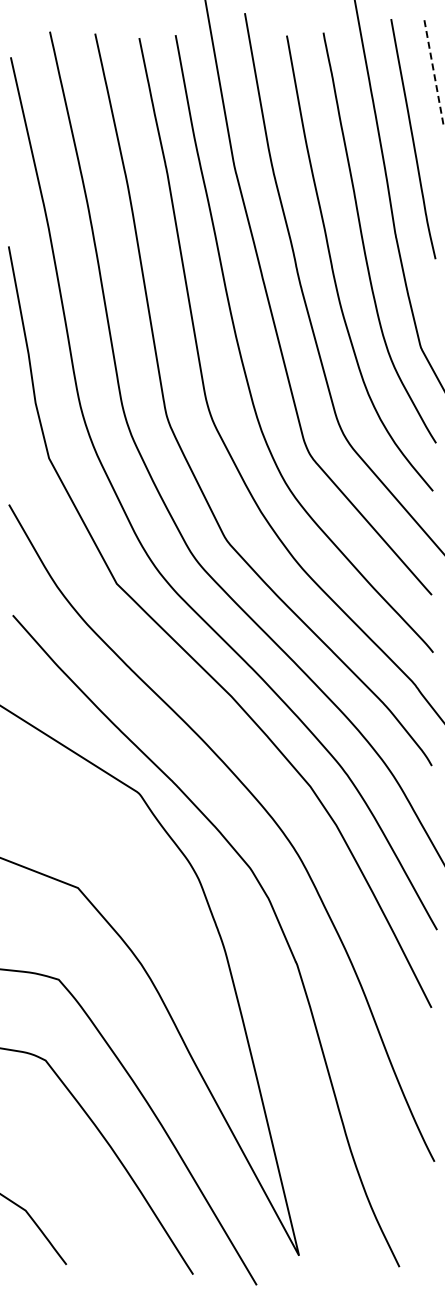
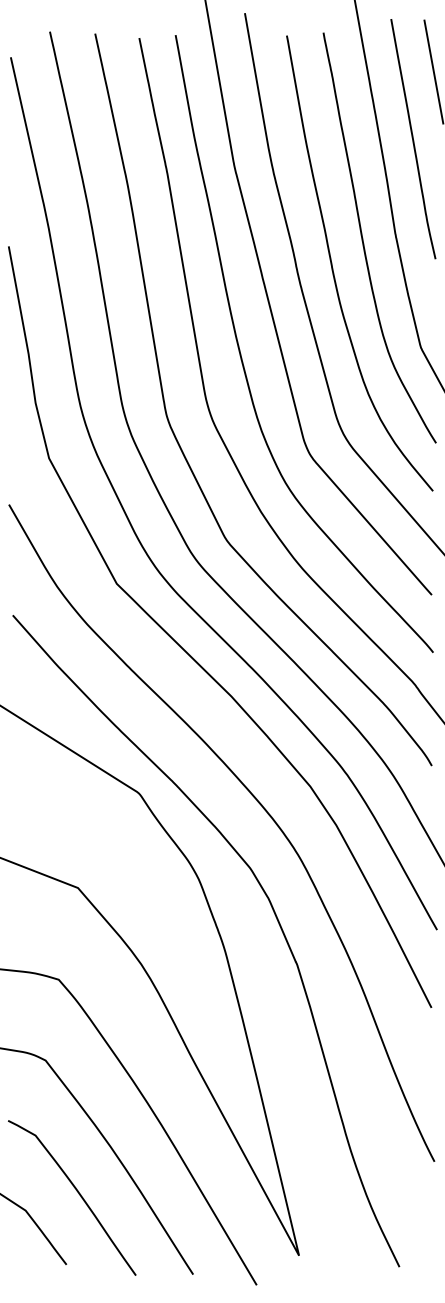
line at (433, 71): dashed -> solid
curve at (78, 1194): none -> present
